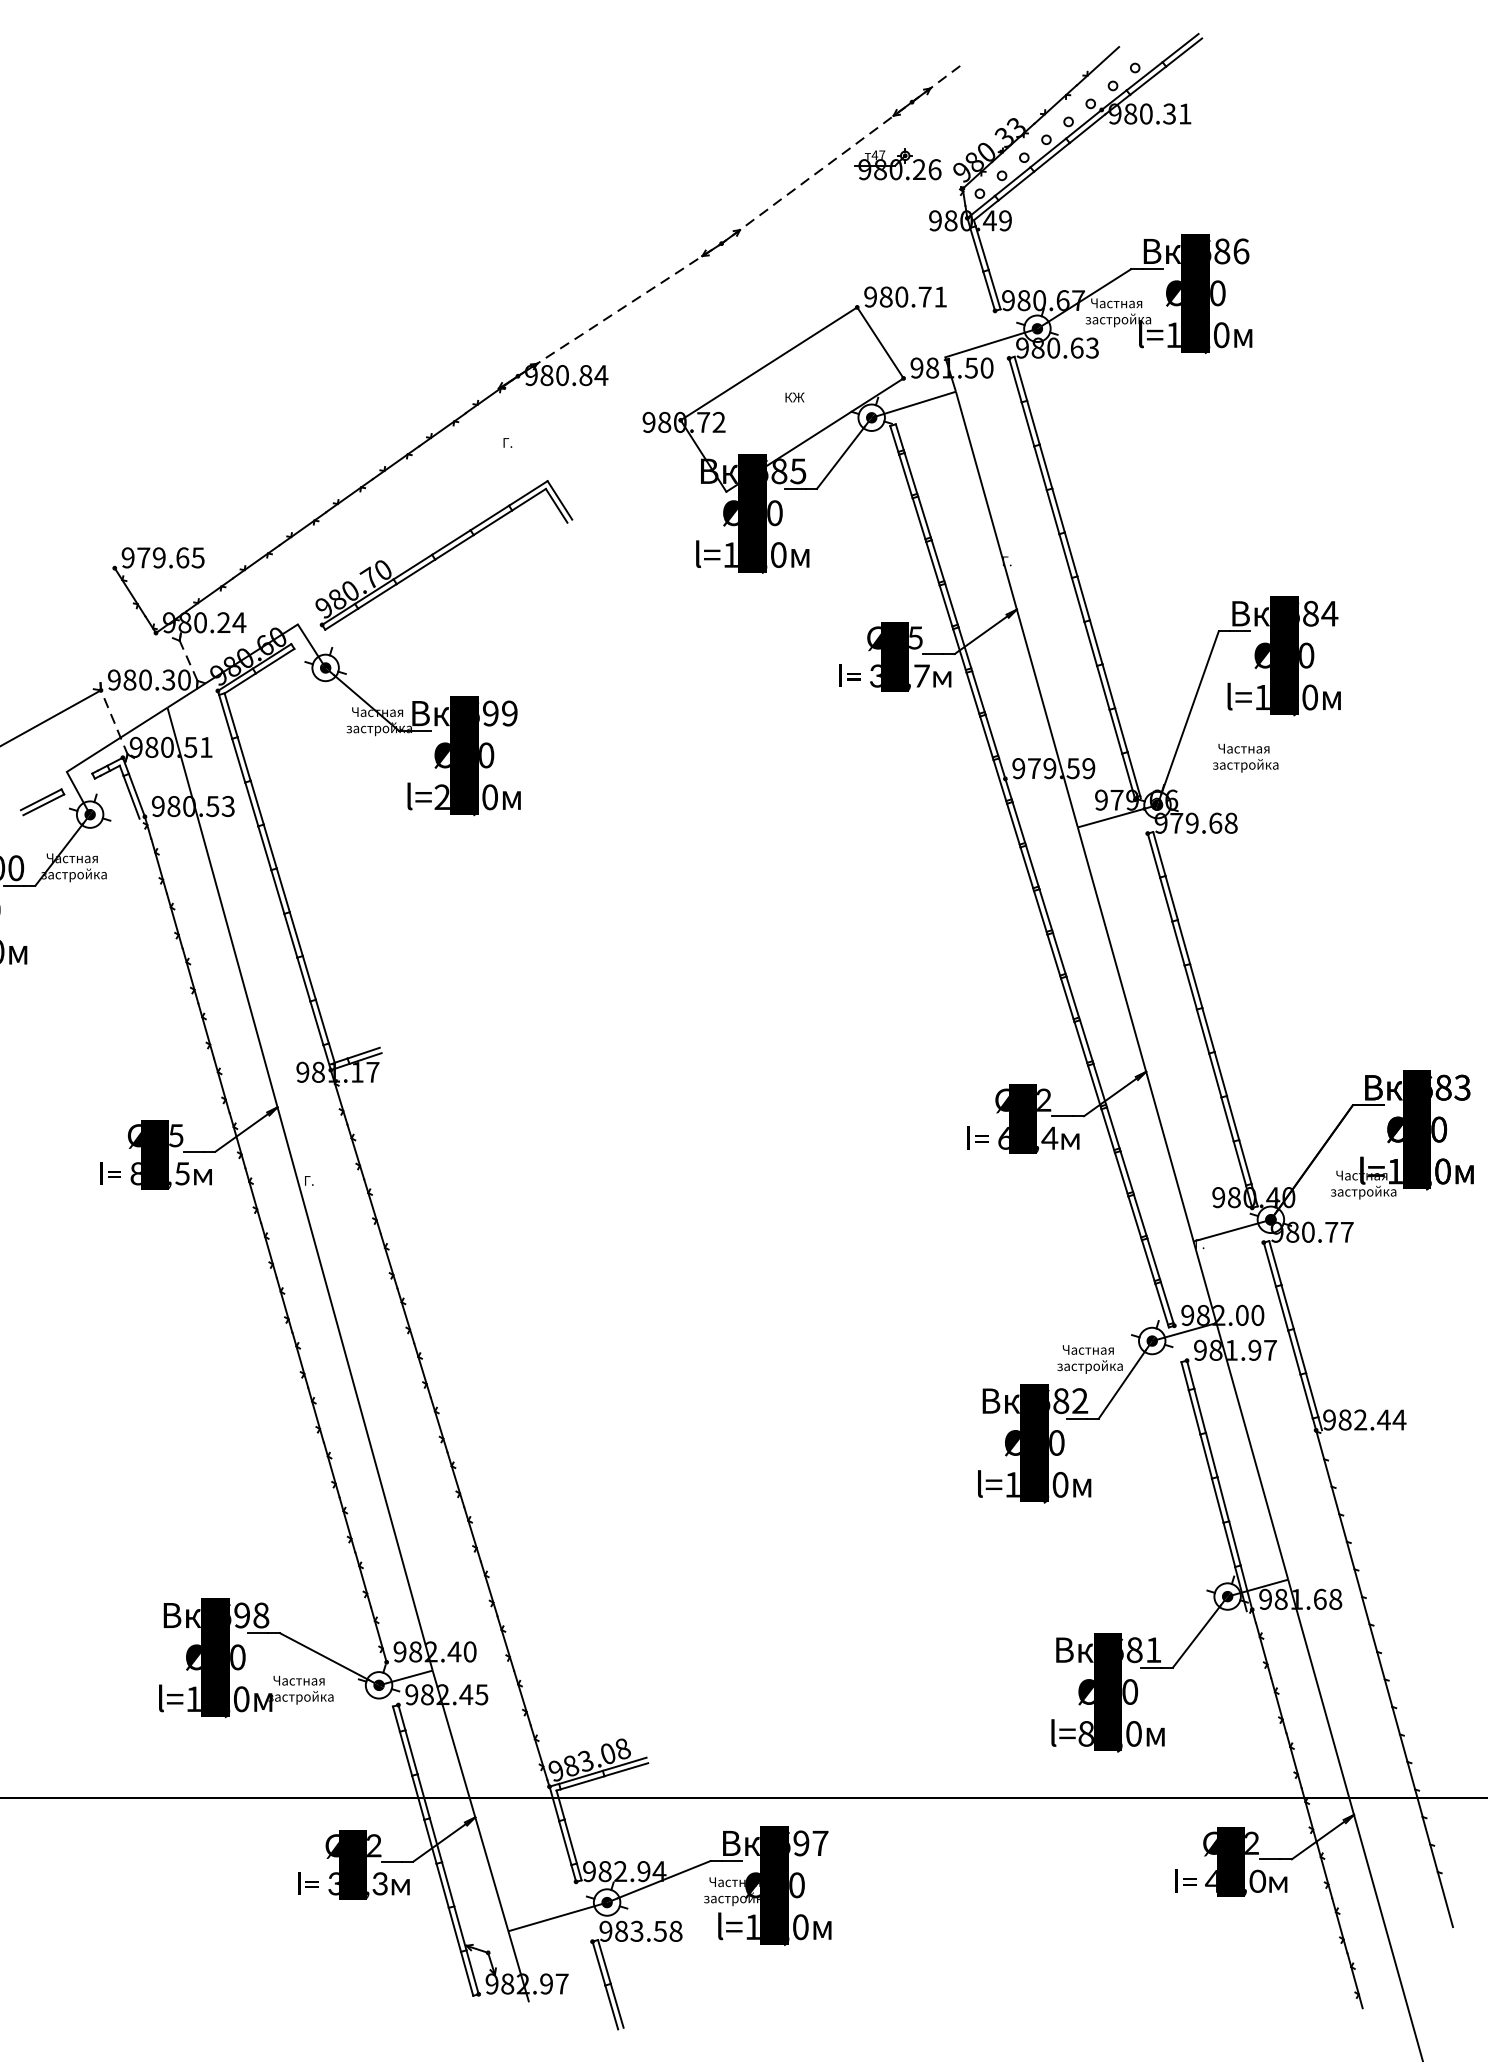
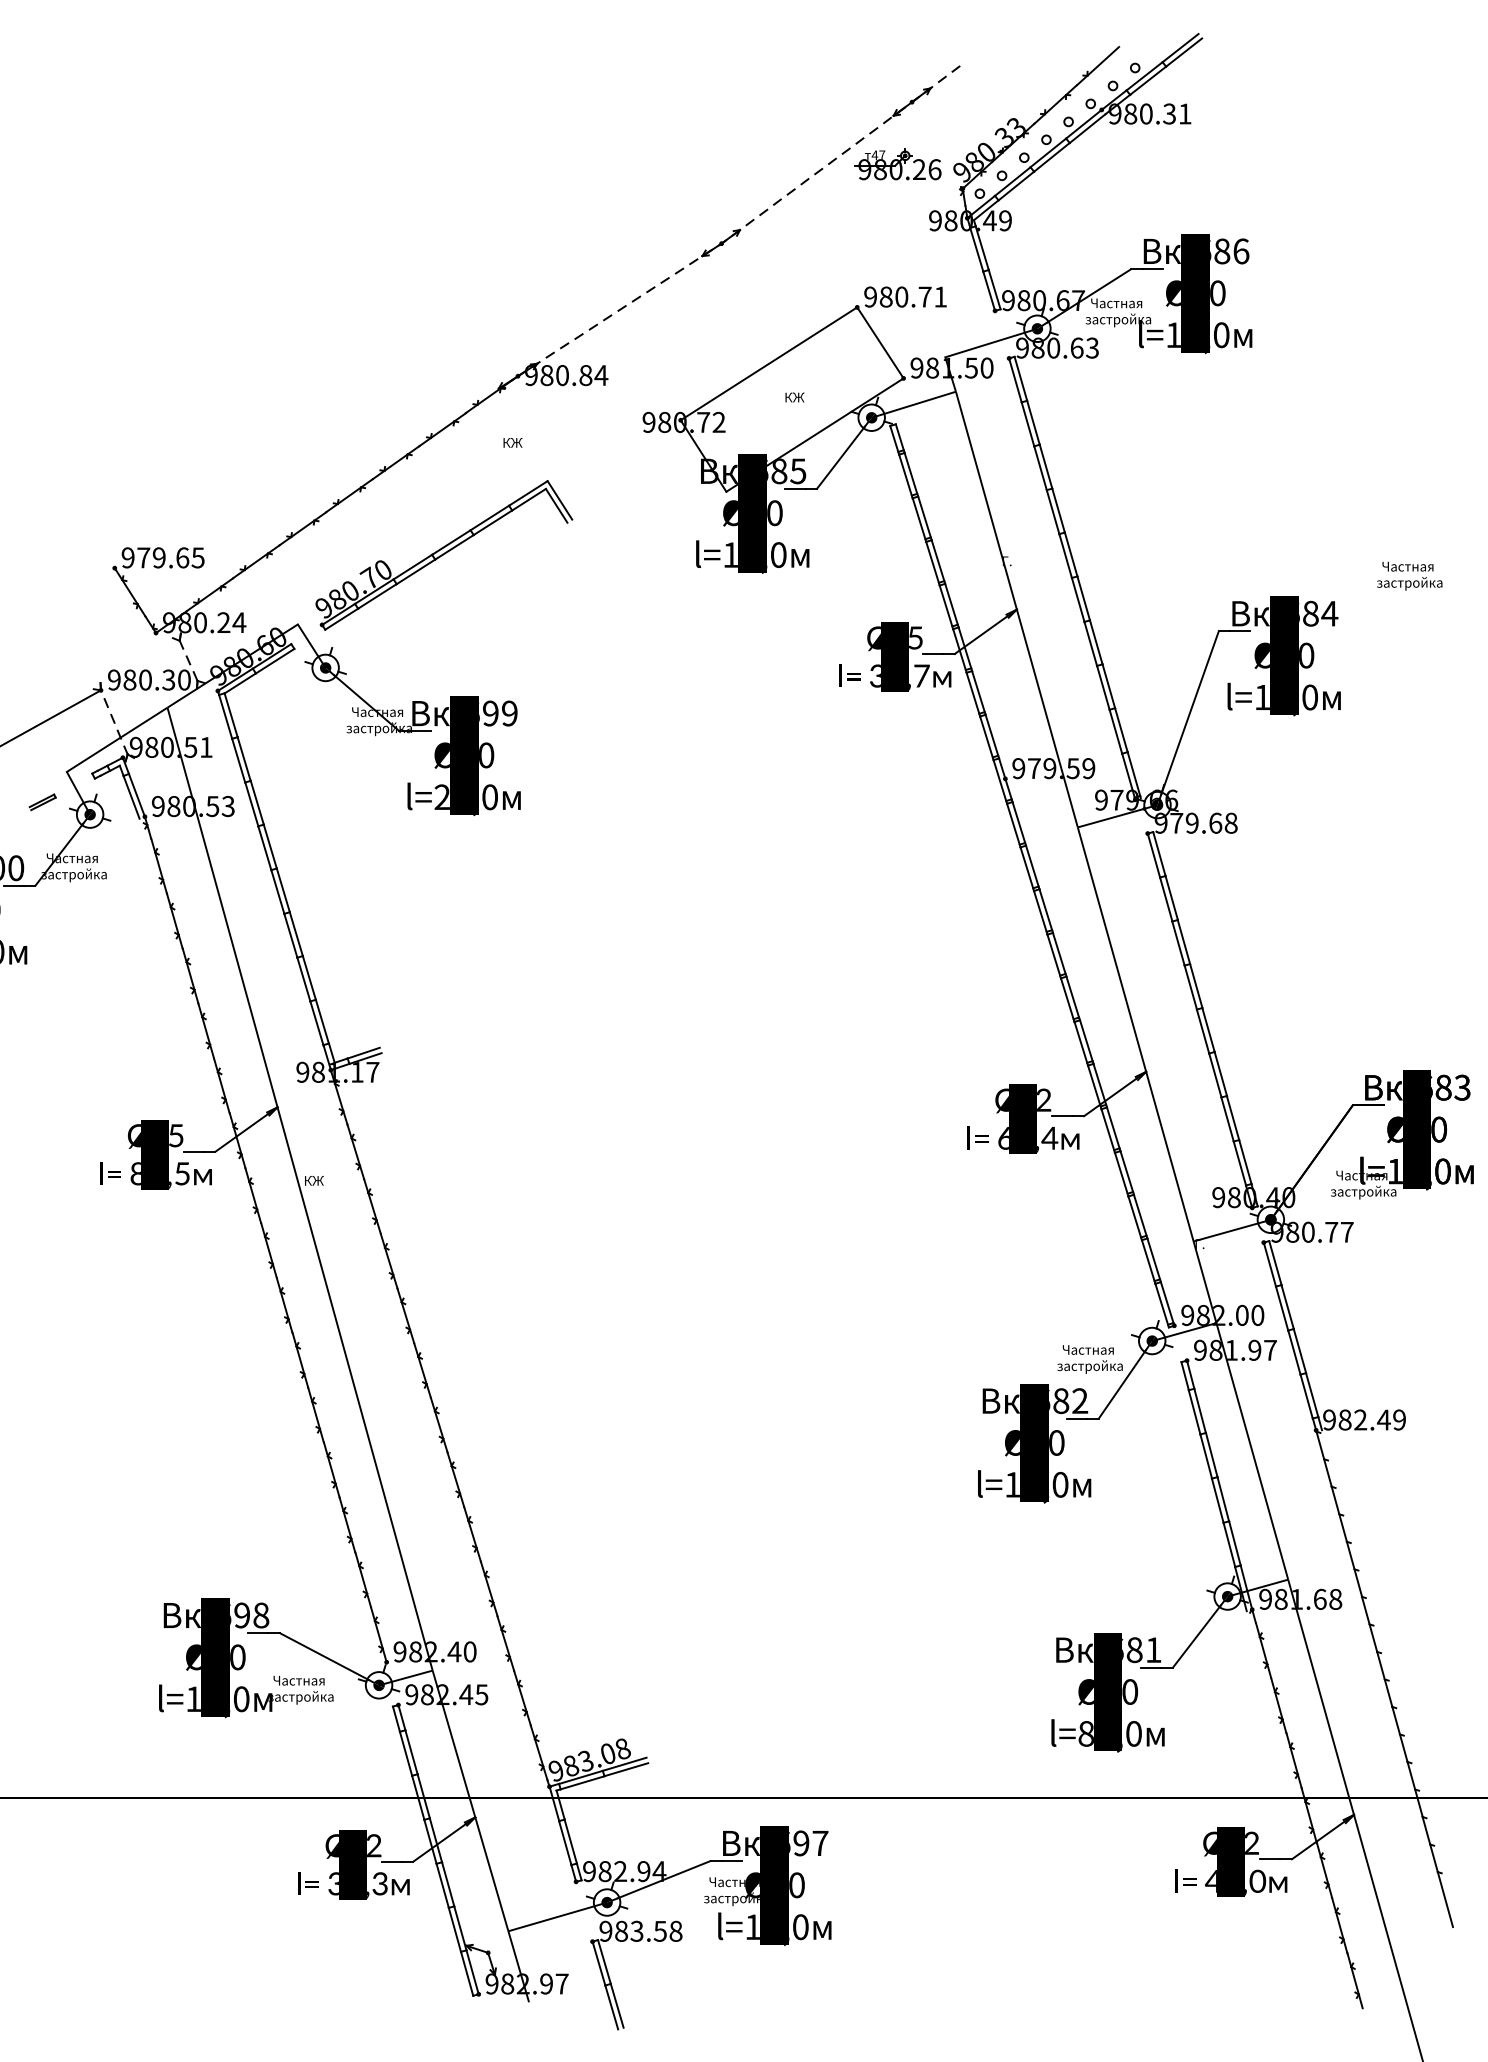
text at (513, 442): Г. -> КЖ
text at (1245, 757) position: (1245, 757) -> (1409, 575)
part at (42, 802) size: 46x29 px -> 29x18 px
text at (314, 1180): Г. -> КЖ
text at (1399, 1419): 982.44 -> 982.49
